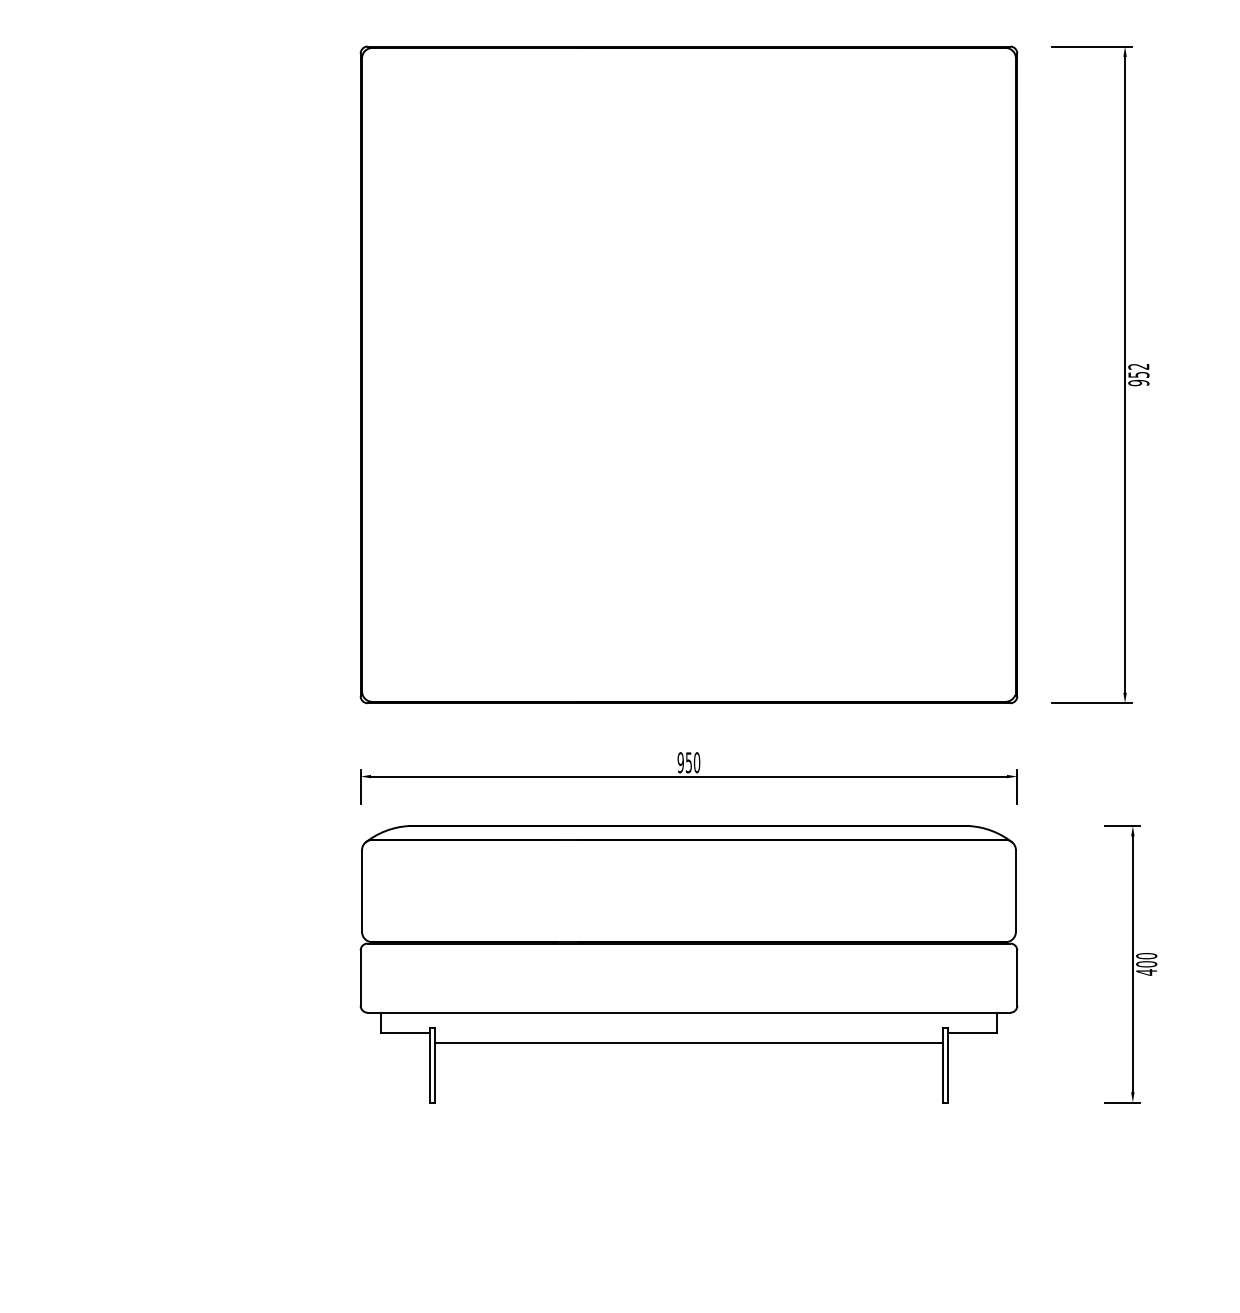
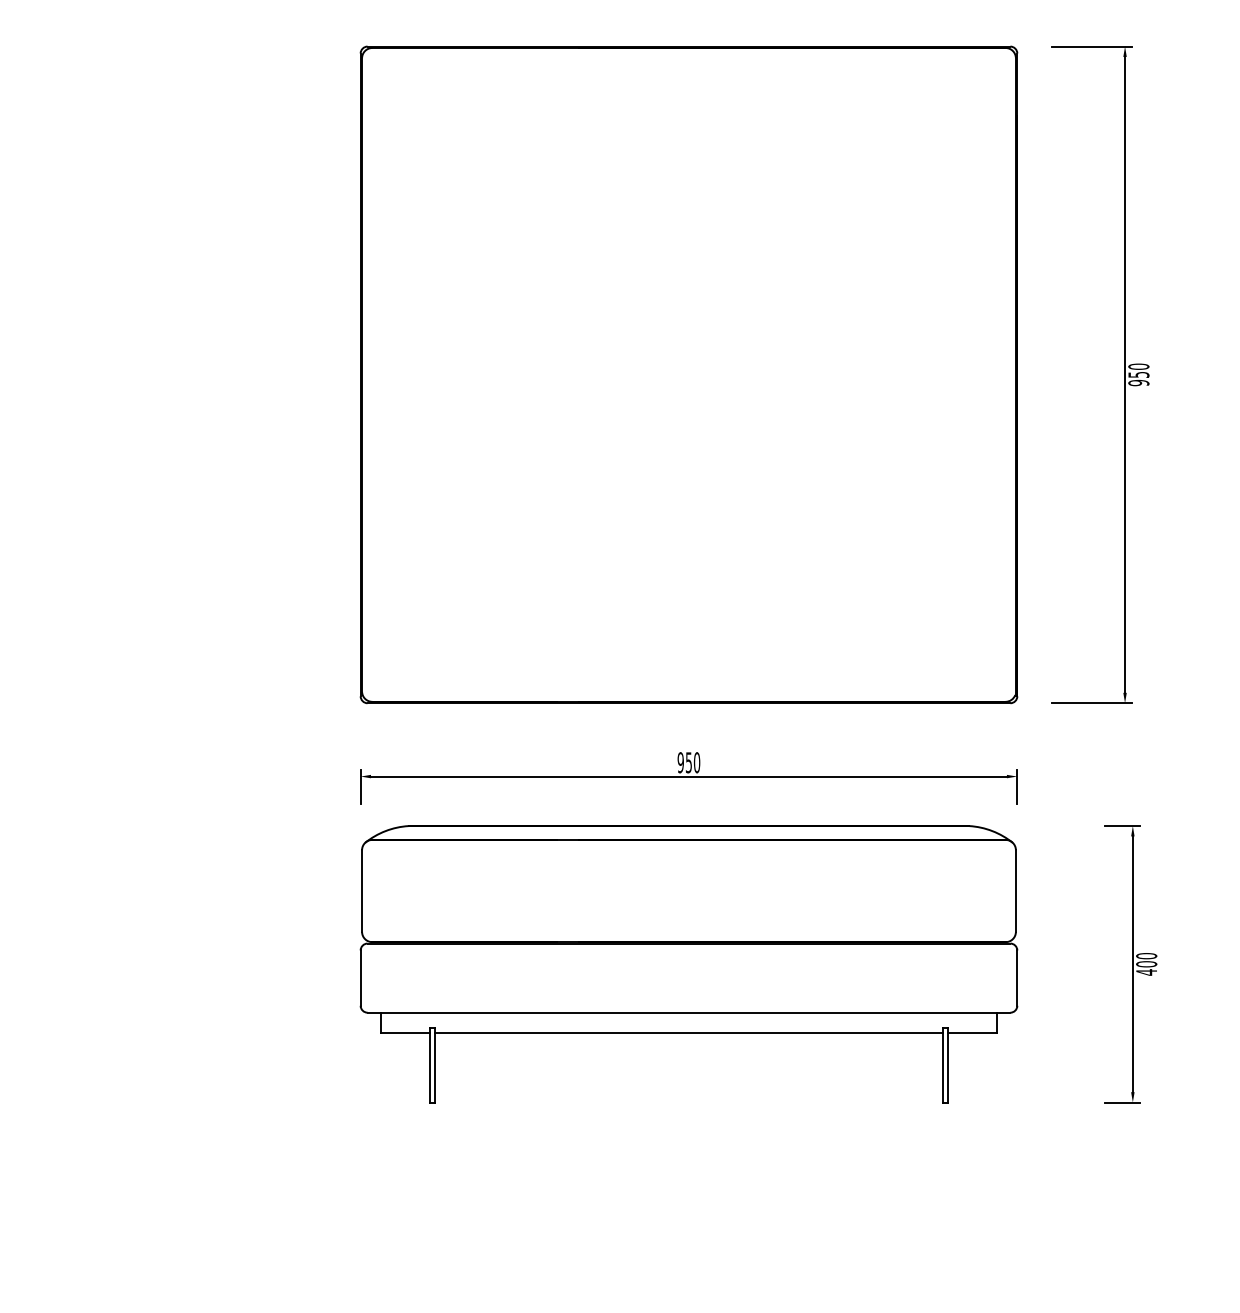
text at (1138, 366): 952 -> 950
line at (688, 1043) position: (688, 1043) -> (688, 1033)
